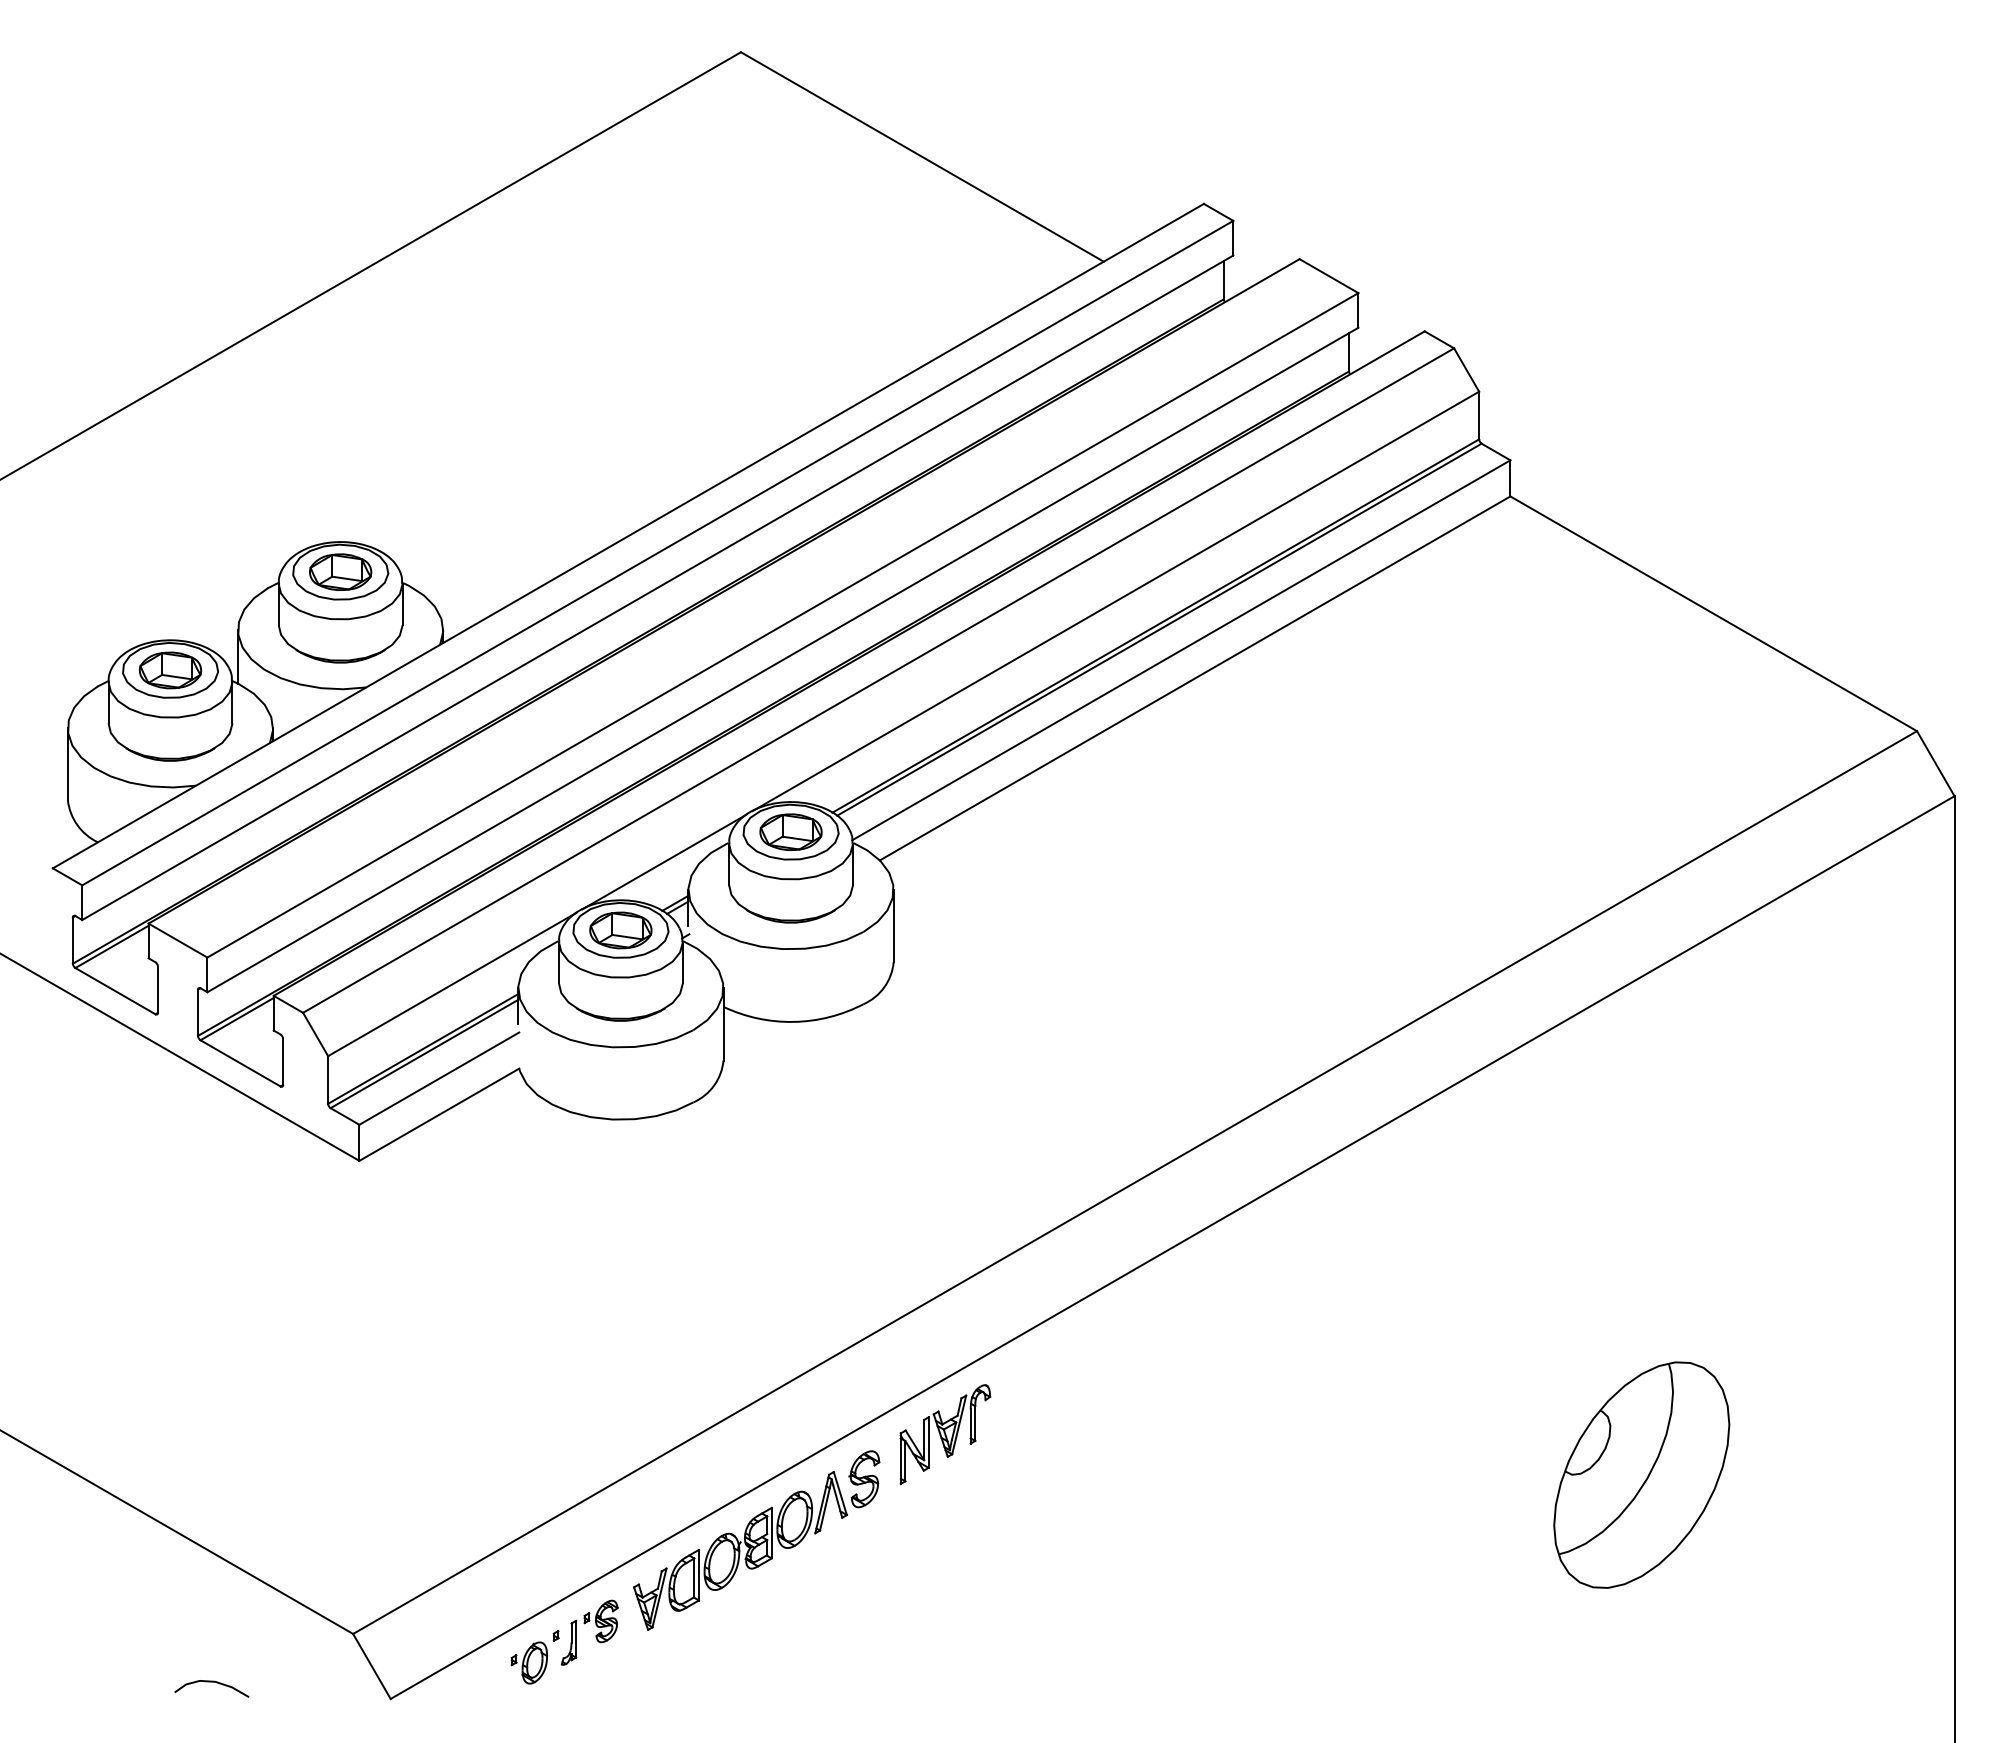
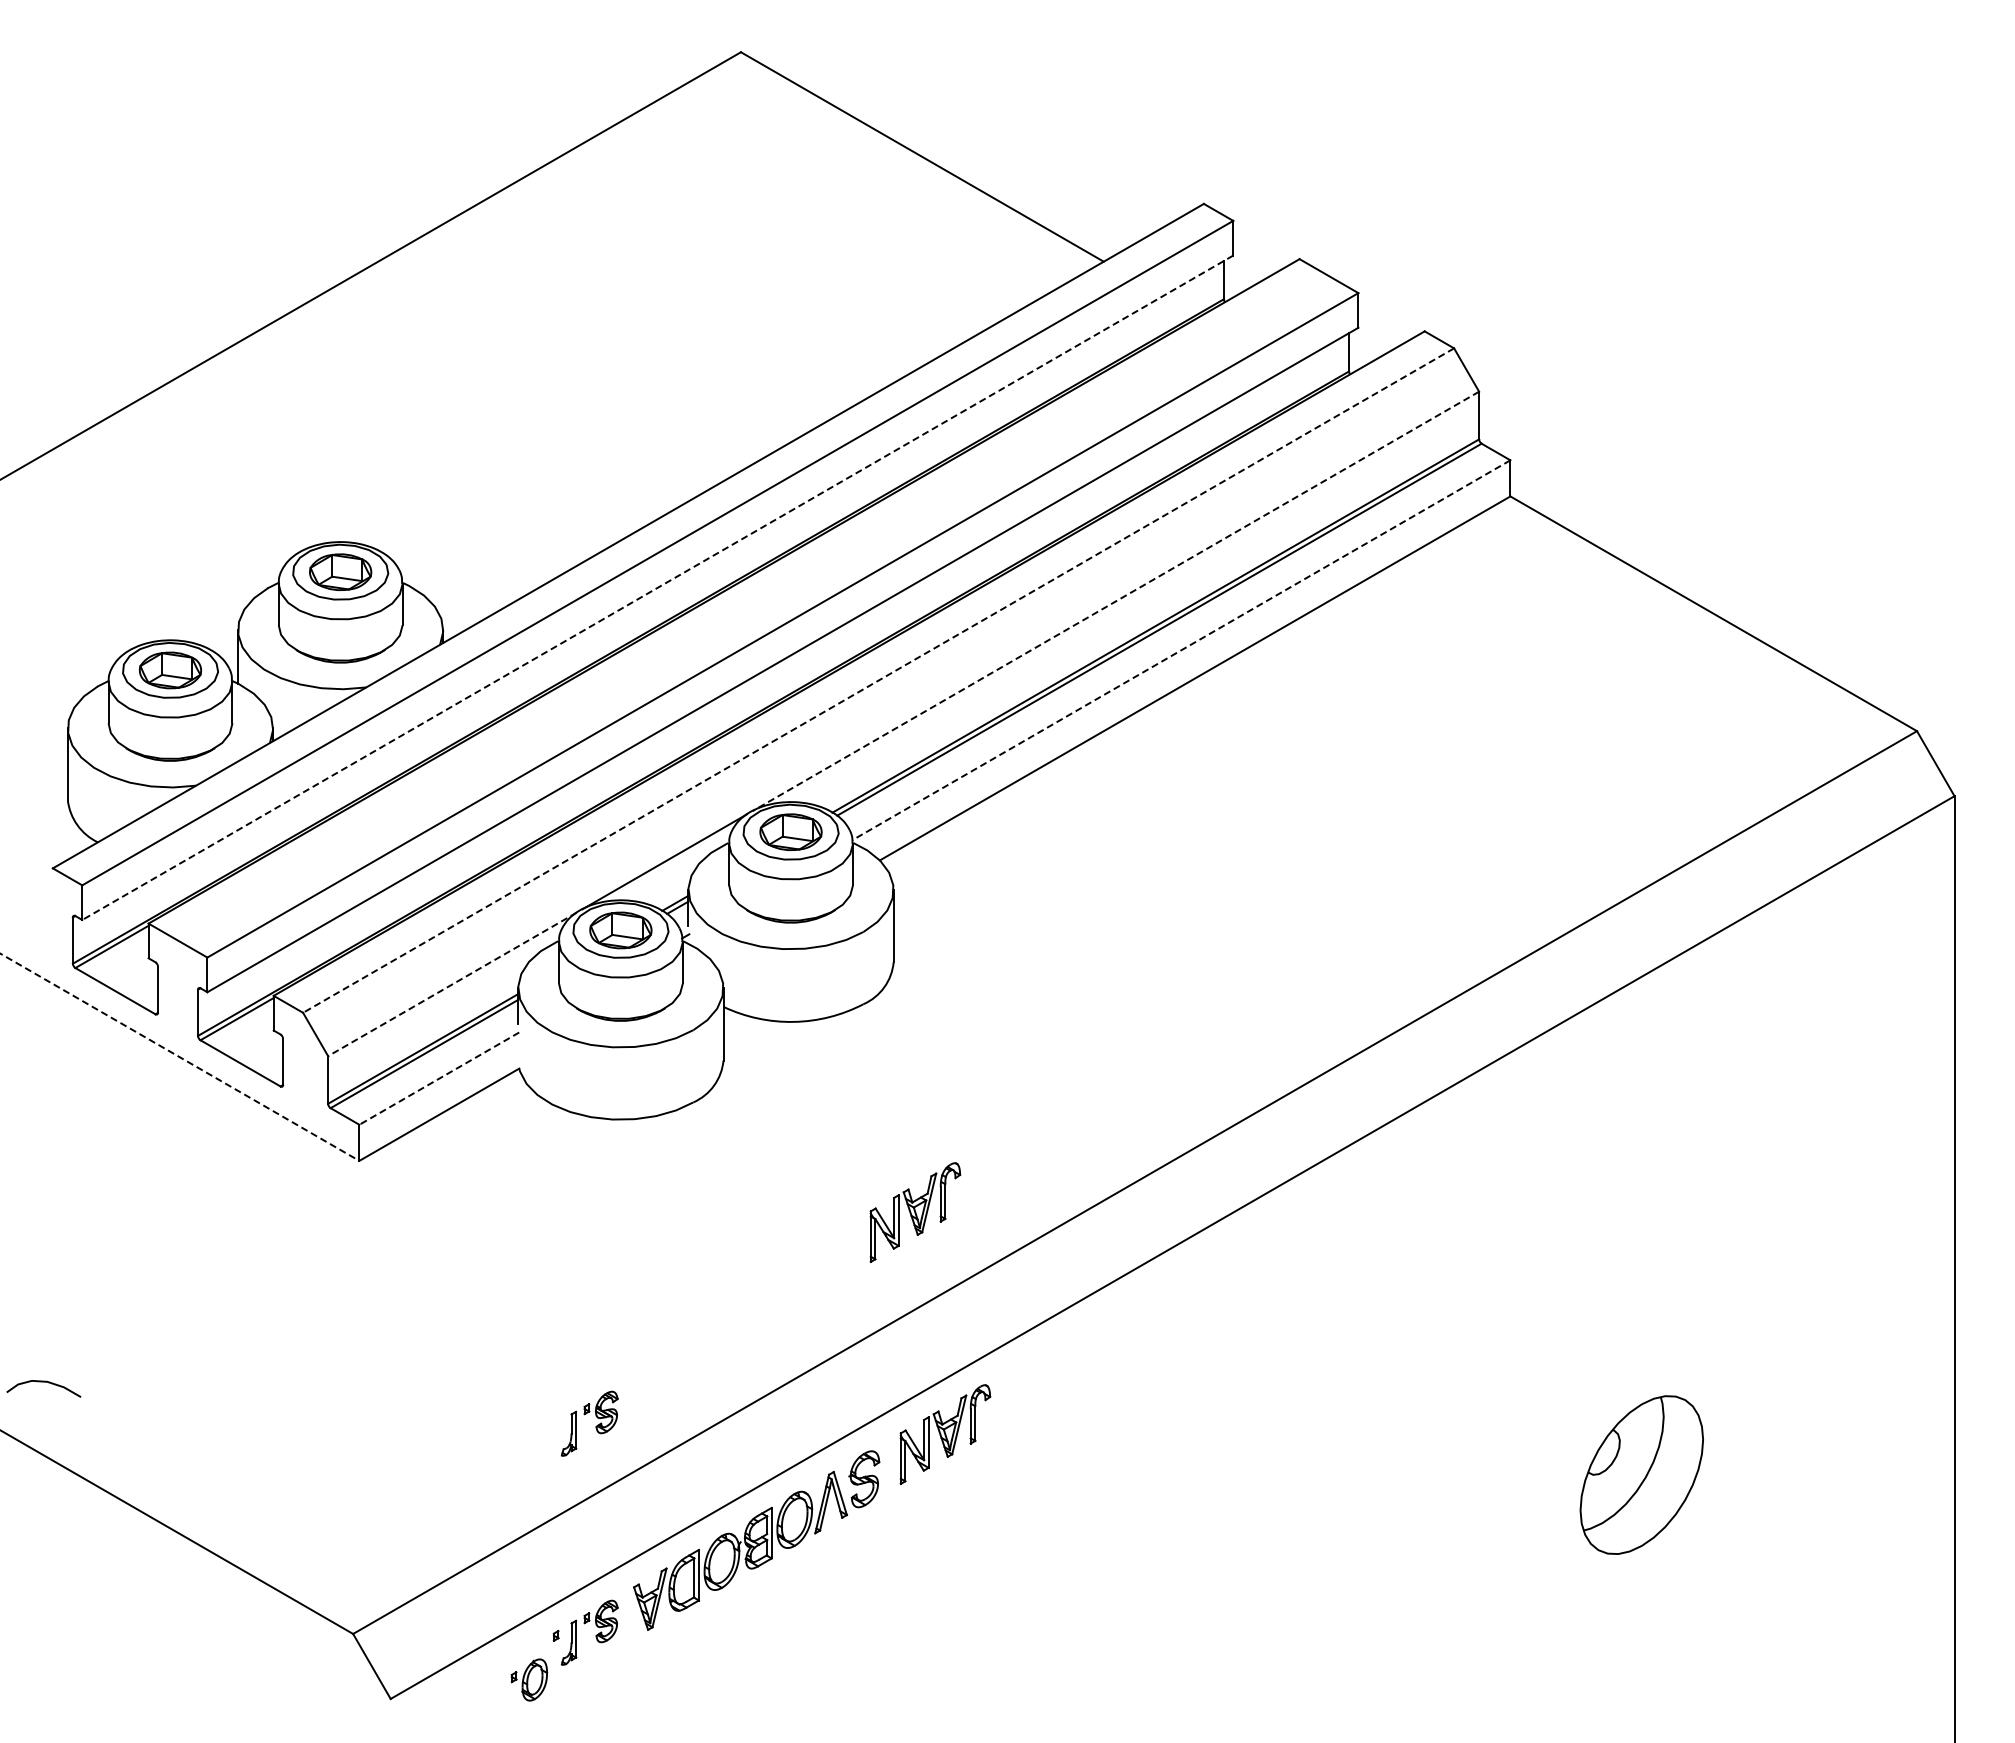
line at (657, 587): solid -> dashed
line at (1115, 601): solid -> dashed
line at (1181, 650): solid -> dashed
line at (878, 680): solid -> dashed
line at (452, 984): solid -> dashed
line at (180, 1057): solid -> dashed
line at (438, 1078): solid -> dashed
part at (915, 1212): none -> present
part at (595, 1426): none -> present
part at (1641, 1474) size: 178x228 px -> 125x160 px
part at (529, 1662) position: (529, 1662) -> (529, 1679)
curve at (211, 1682) position: (211, 1682) -> (43, 1382)
